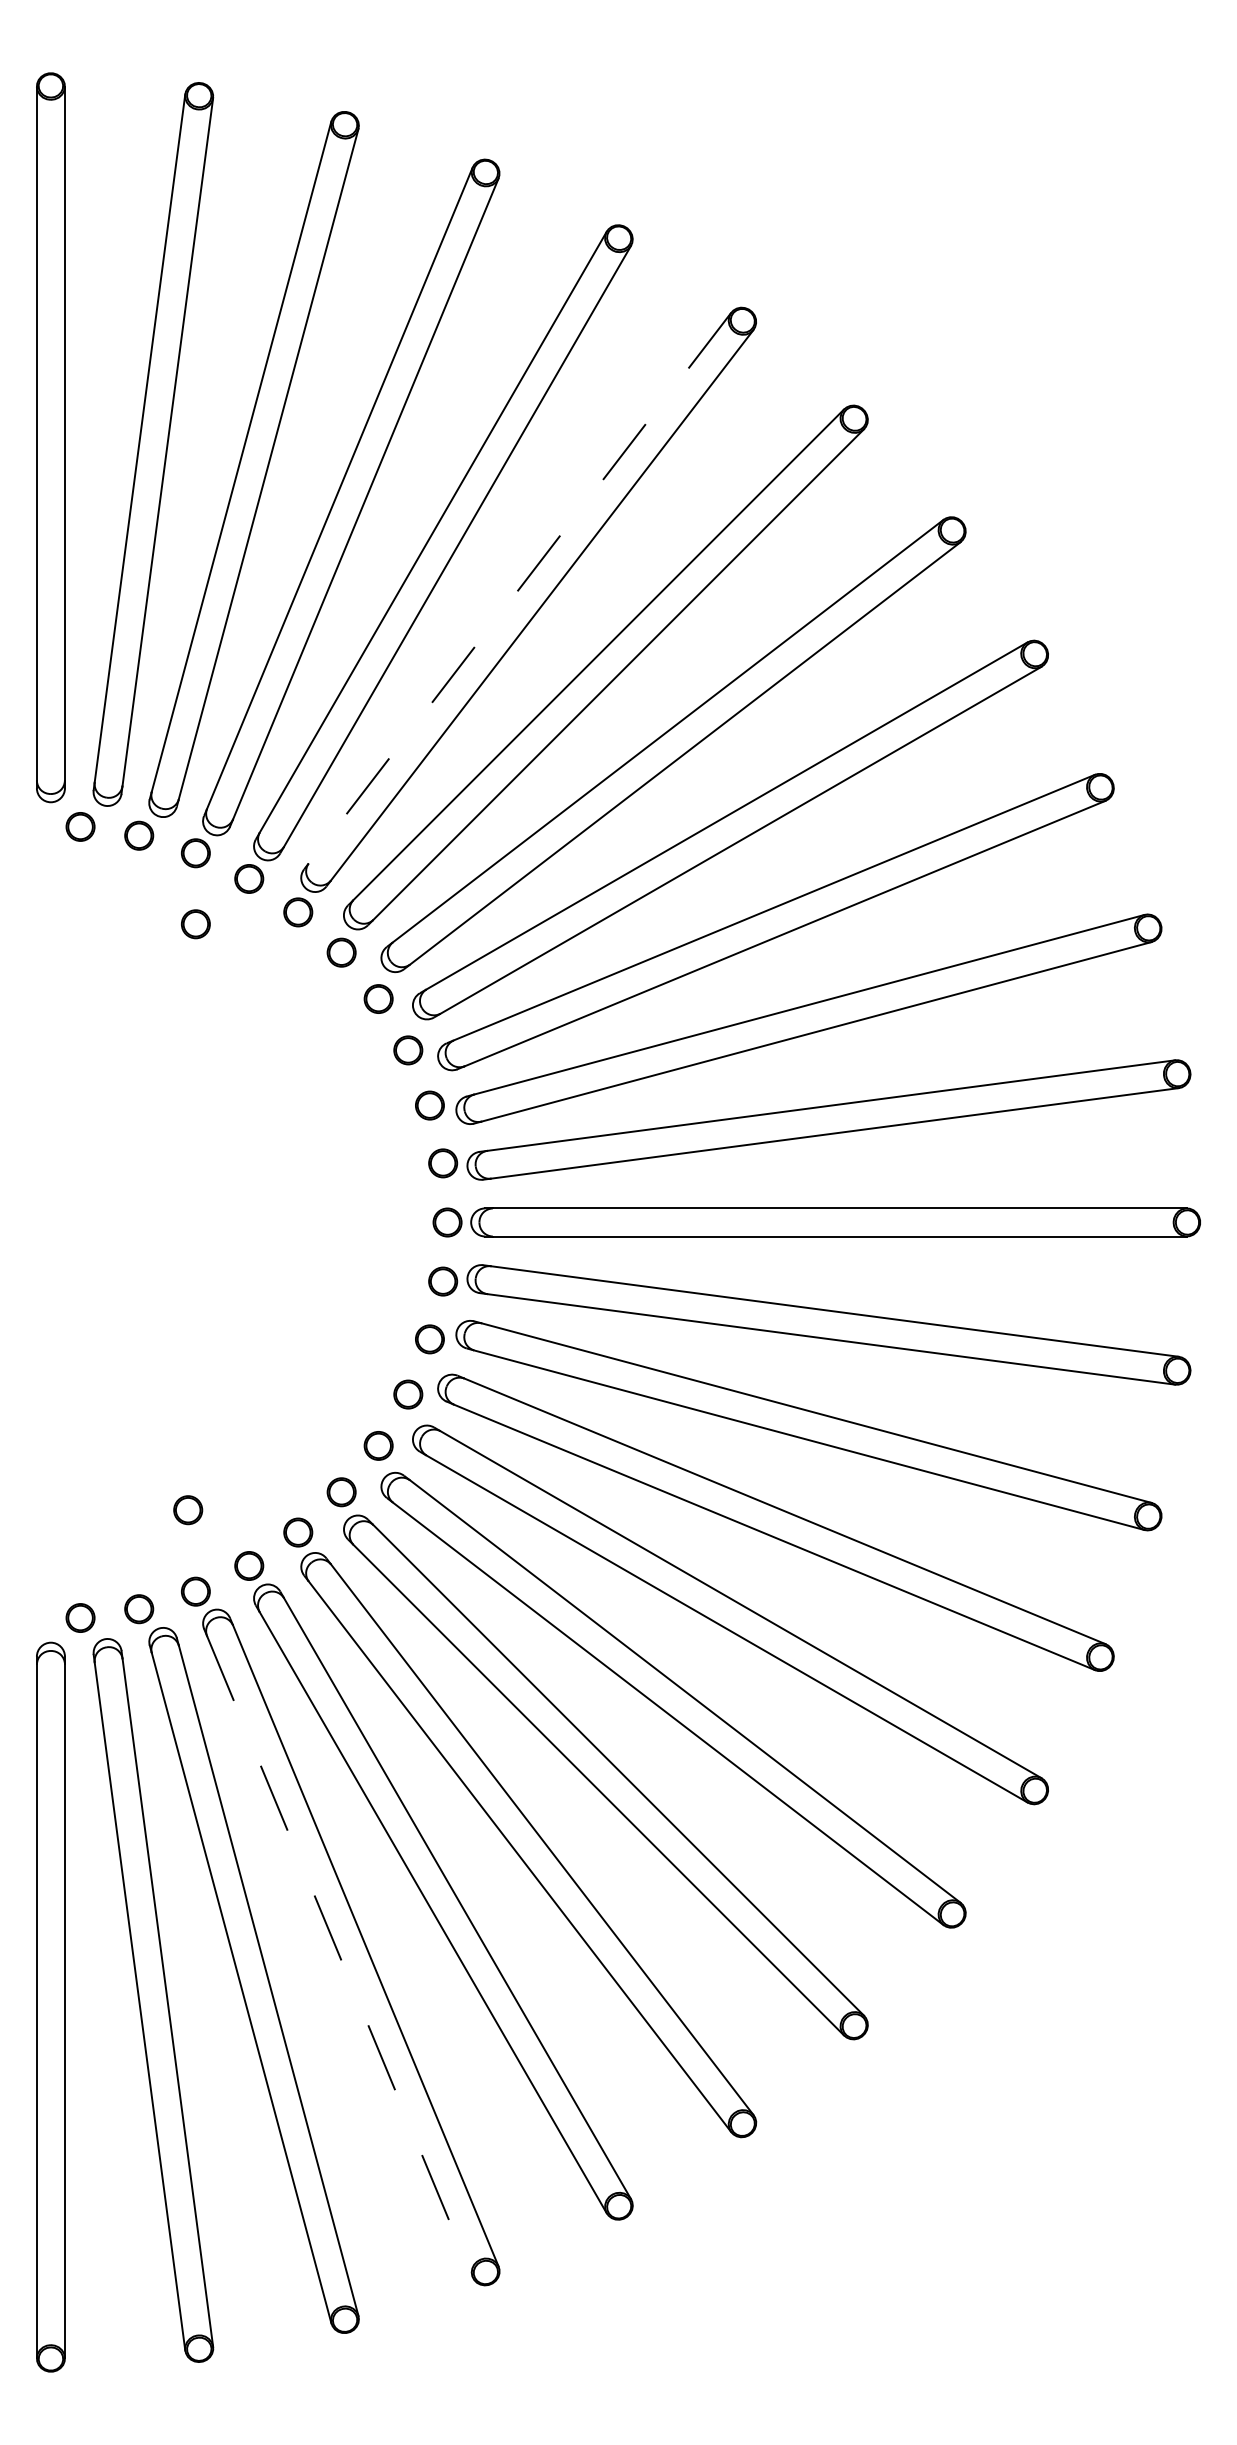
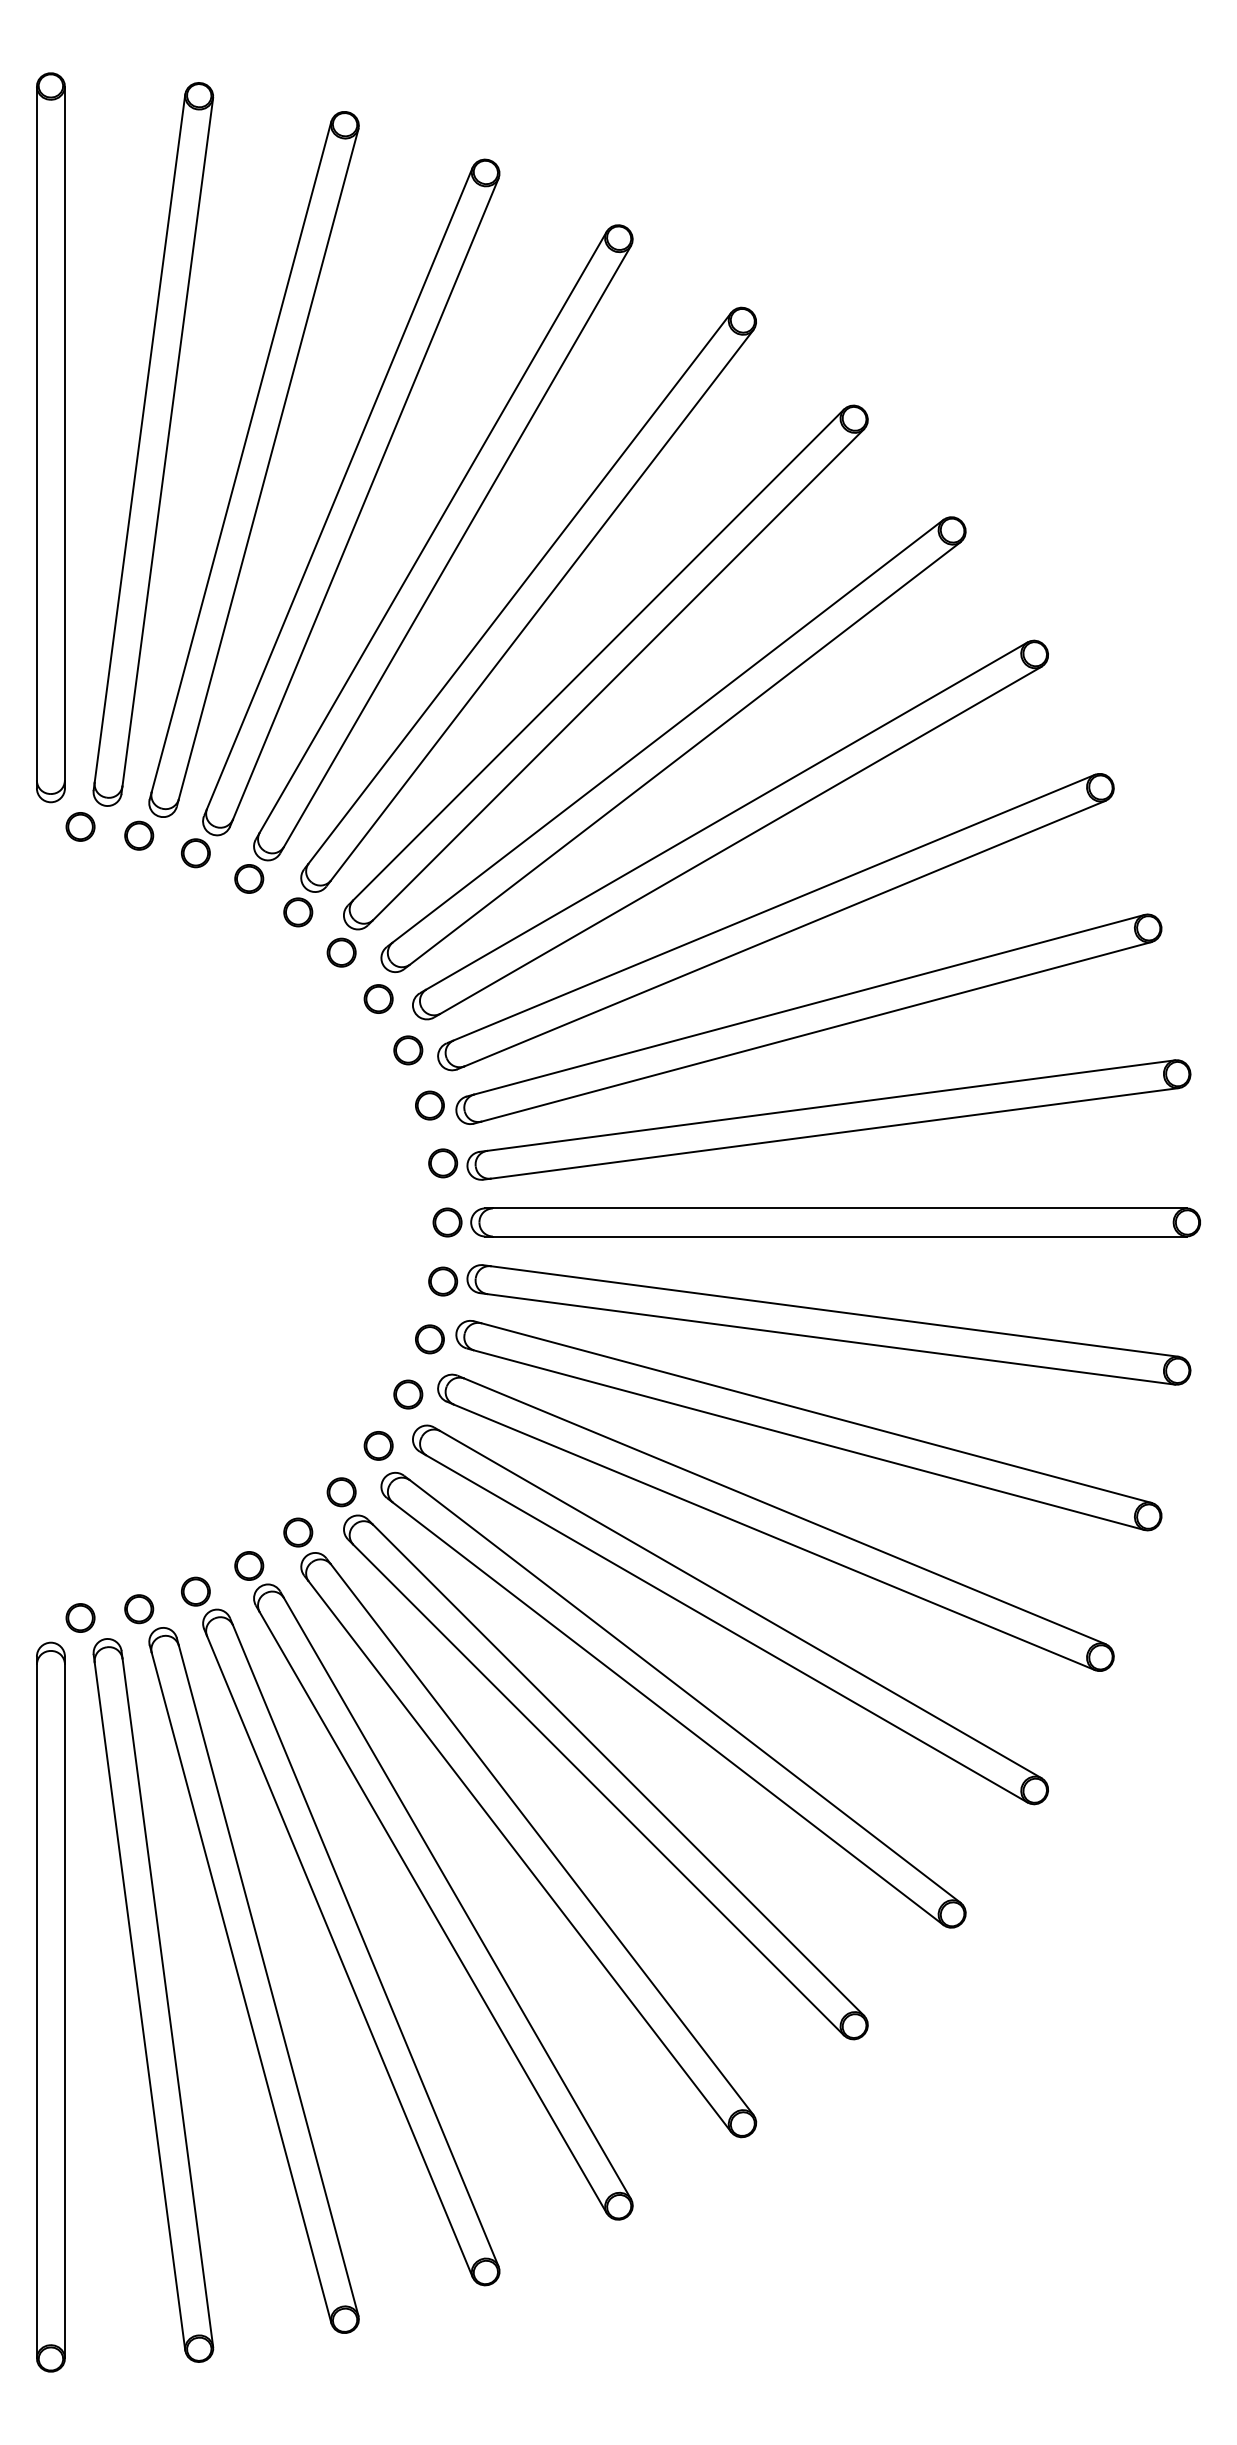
line at (519, 588): dashed -> solid
part at (195, 924): present -> none
part at (188, 1510): present -> none
line at (340, 1957): dashed -> solid
